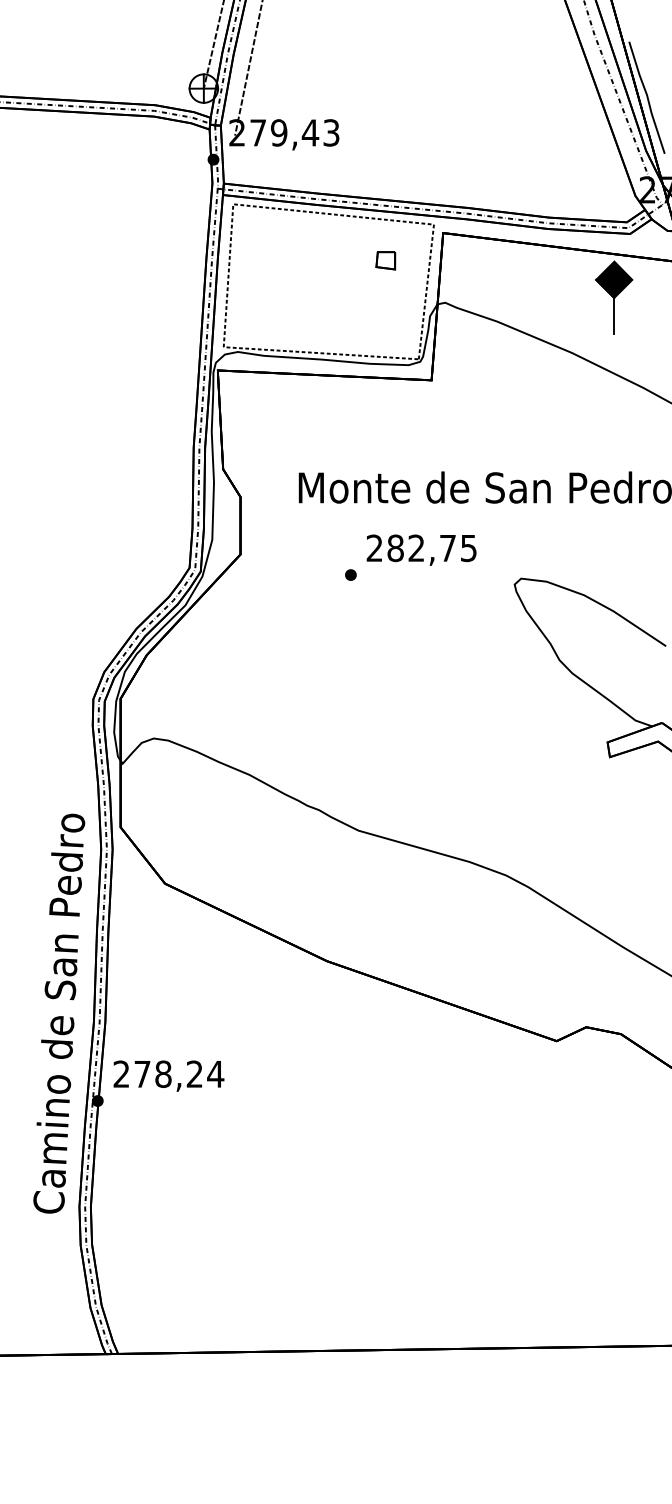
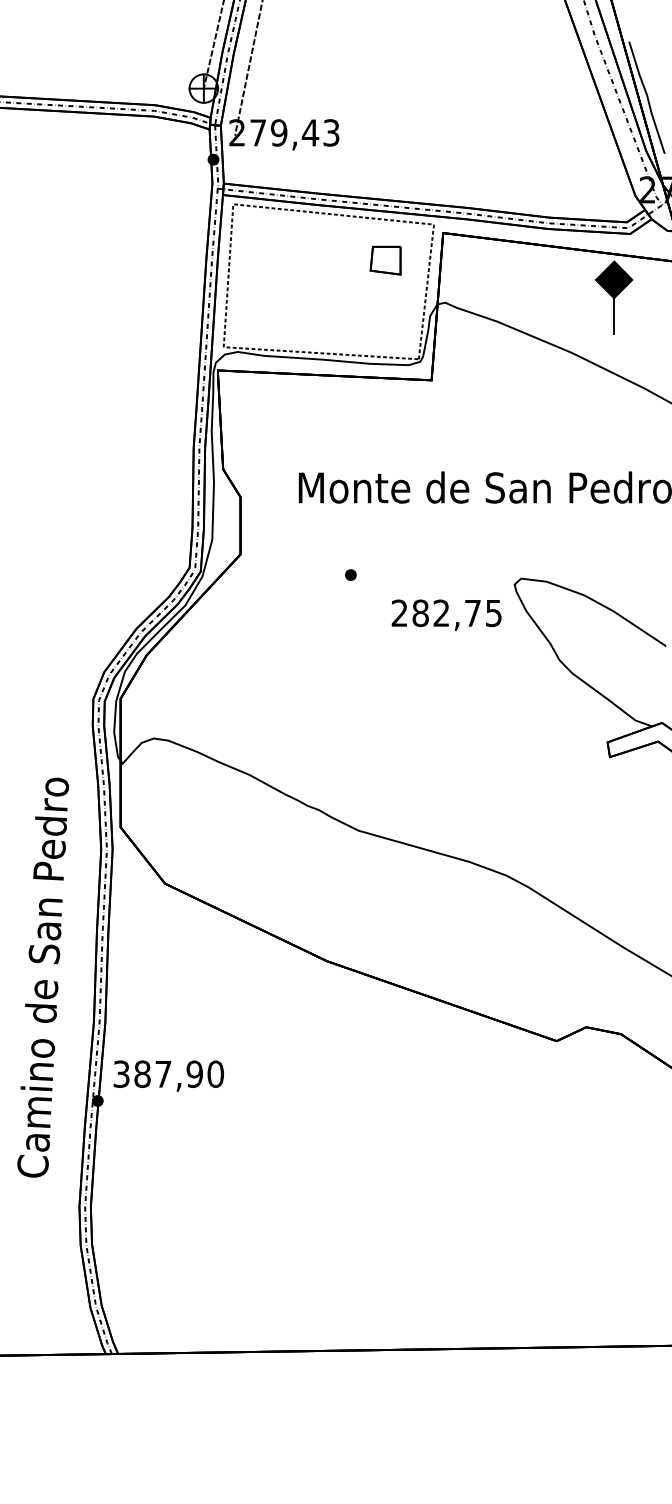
part at (385, 260) size: 22x20 px -> 33x31 px
text at (421, 549) position: (421, 549) -> (446, 614)
text at (59, 1013) position: (59, 1013) -> (43, 977)
text at (168, 1073): 278,24 -> 387,90
